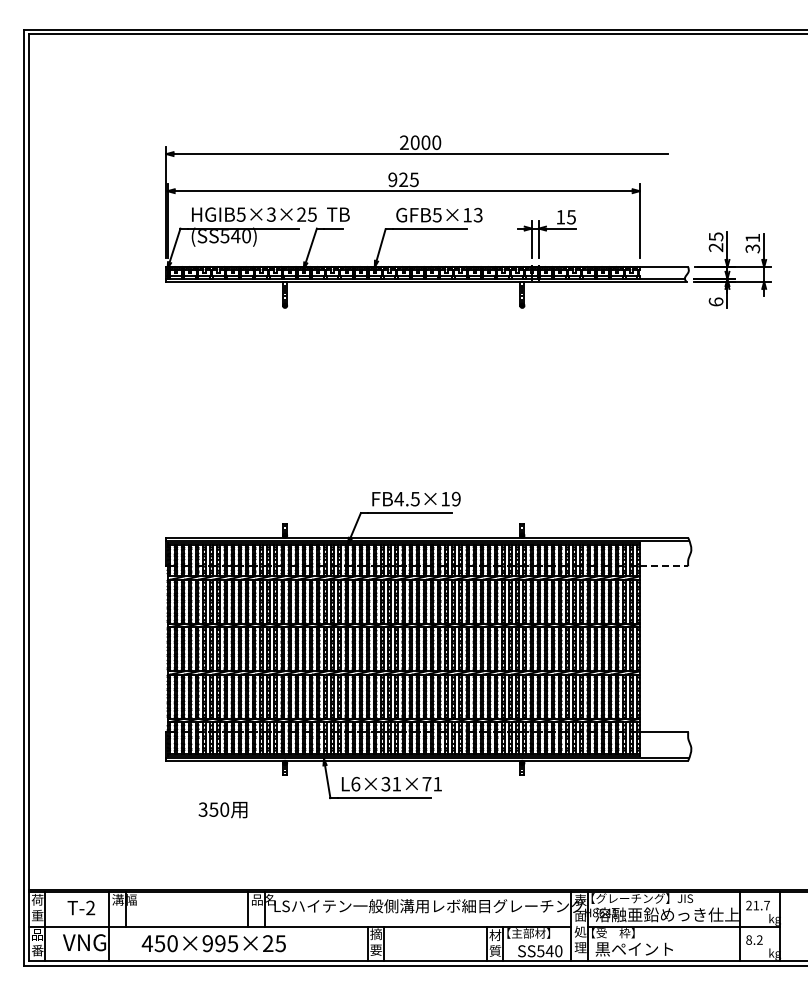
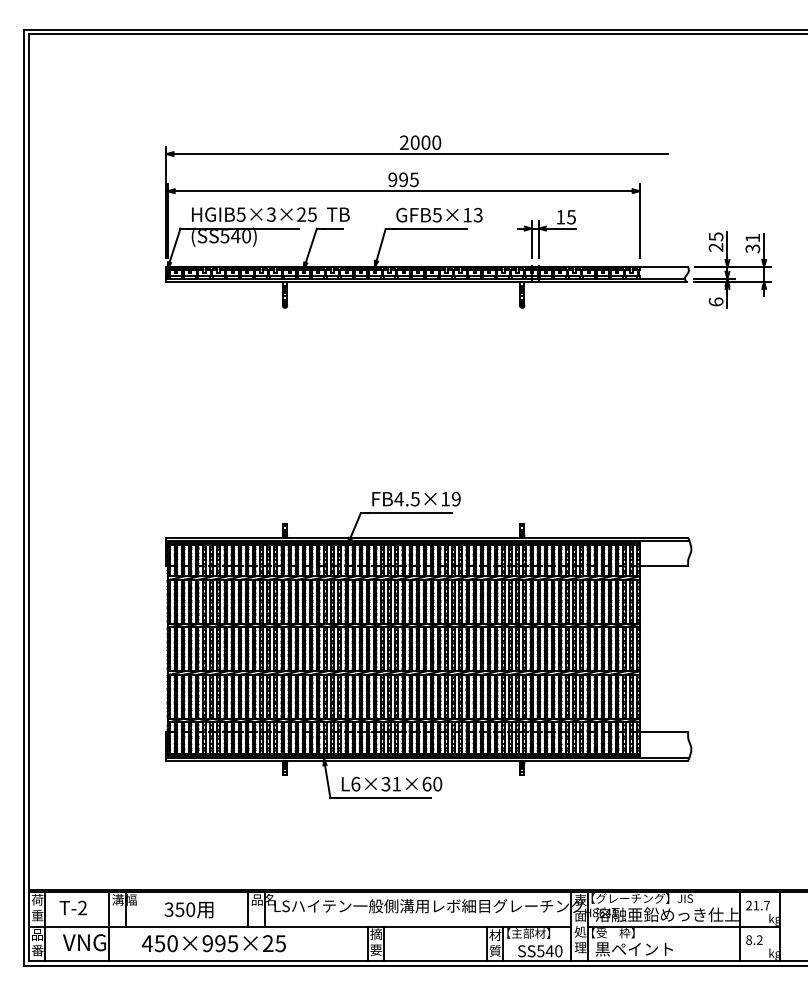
text at (403, 180): 925 -> 995
line at (664, 566): dashed -> solid
text at (432, 783): L6×31×71 -> L6×31×60
text at (222, 810) position: (222, 810) -> (188, 910)
text at (81, 907) position: (81, 907) -> (73, 907)
